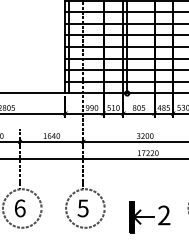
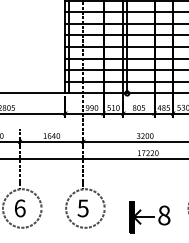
text at (164, 215): 2 -> 8
